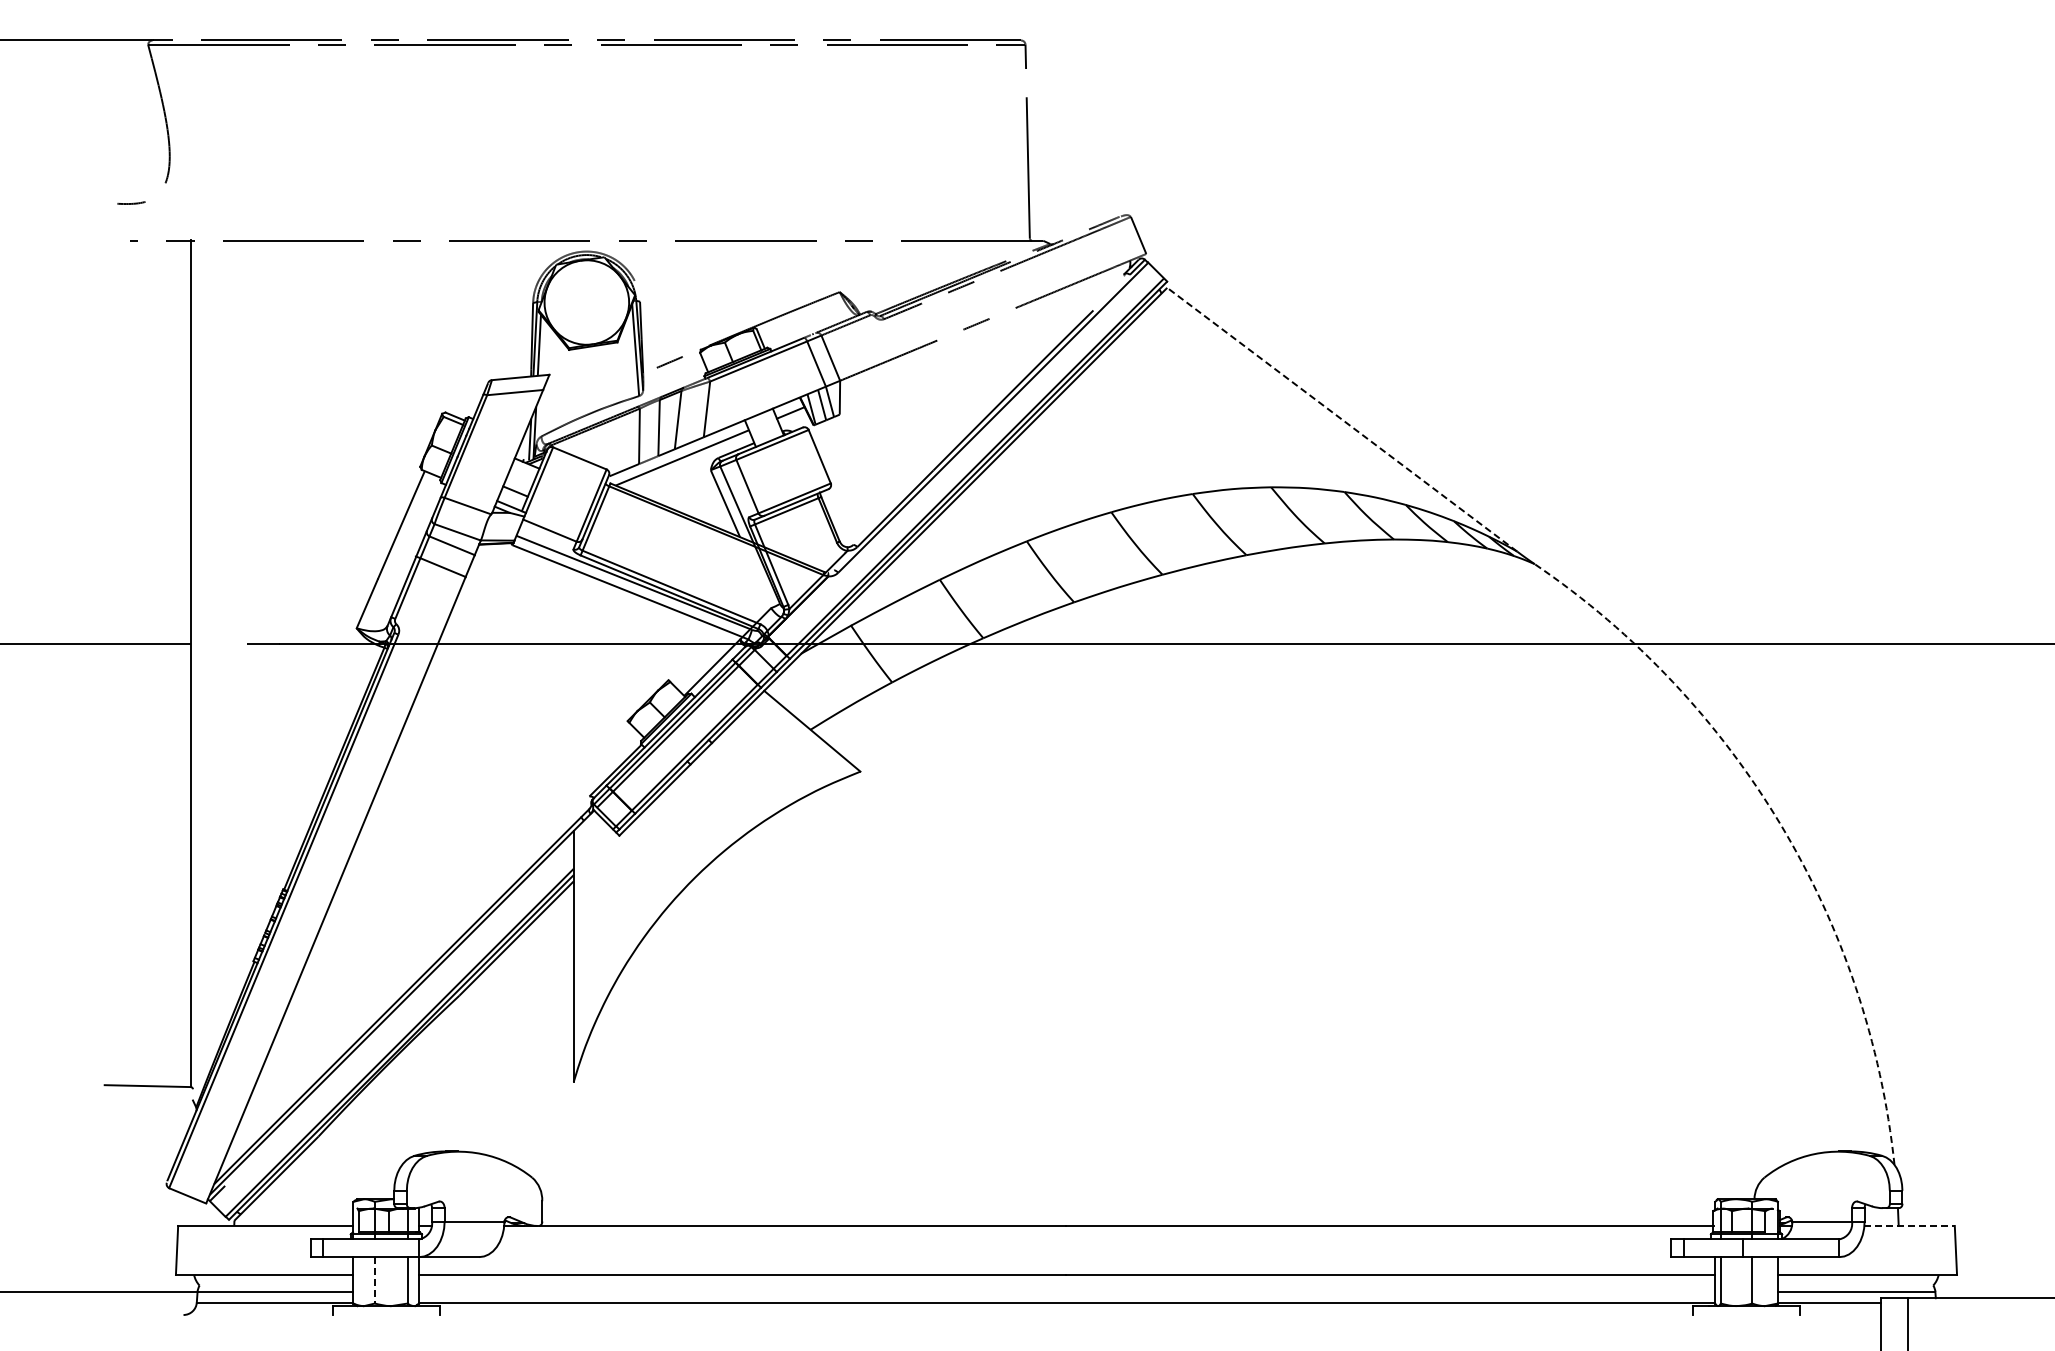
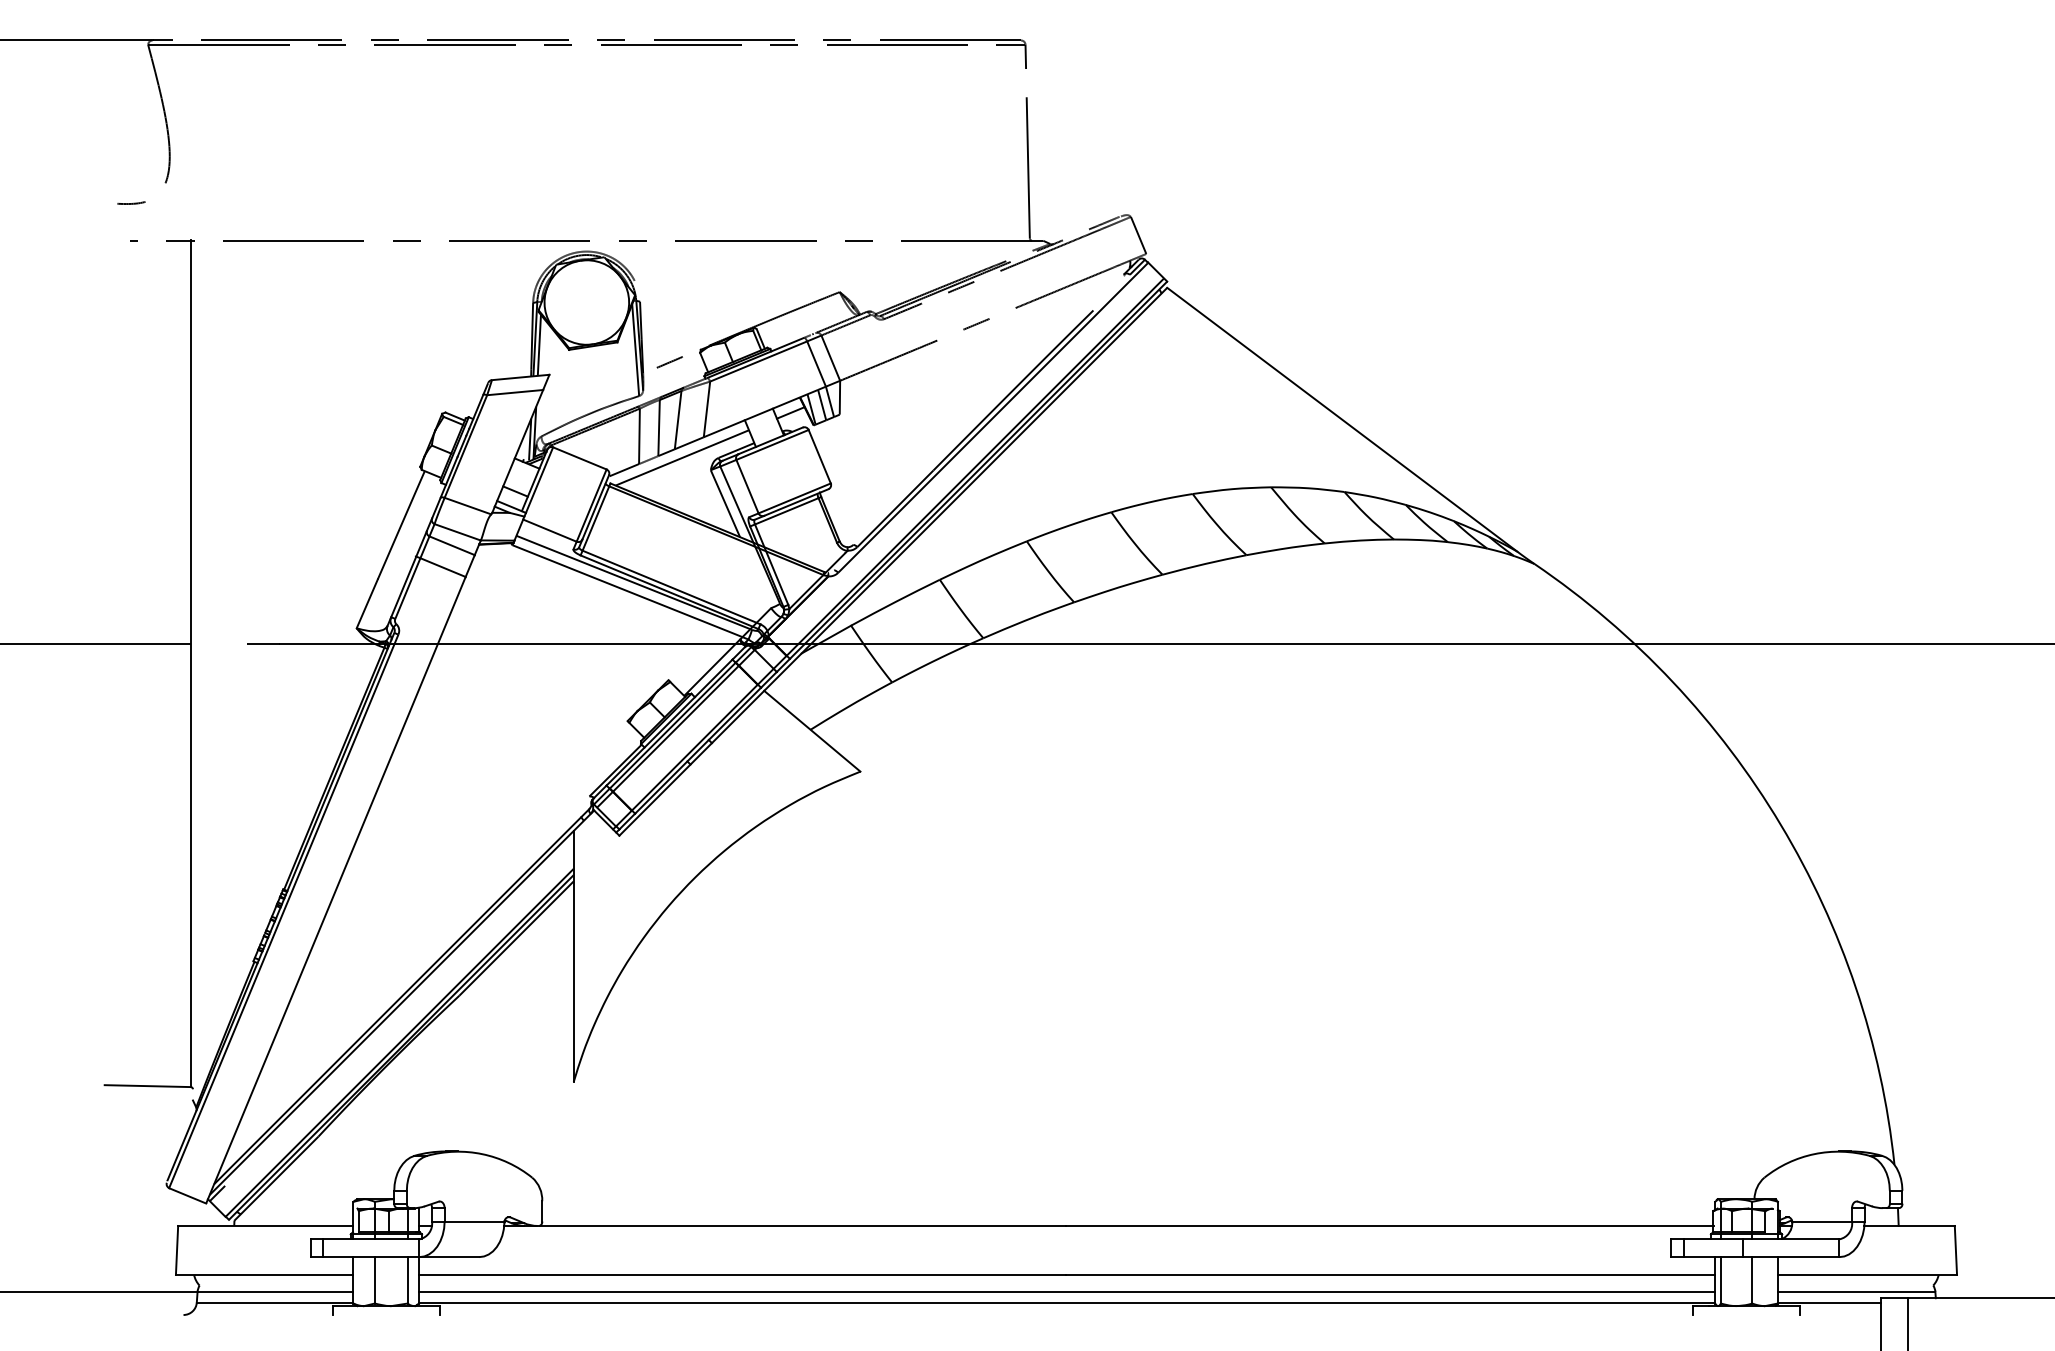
line at (1341, 419): dashed -> solid
arc at (1780, 824): dashed -> solid
line at (1910, 1225): dashed -> solid
line at (374, 1280): dashed -> solid
line at (1067, 1291): none -> present
